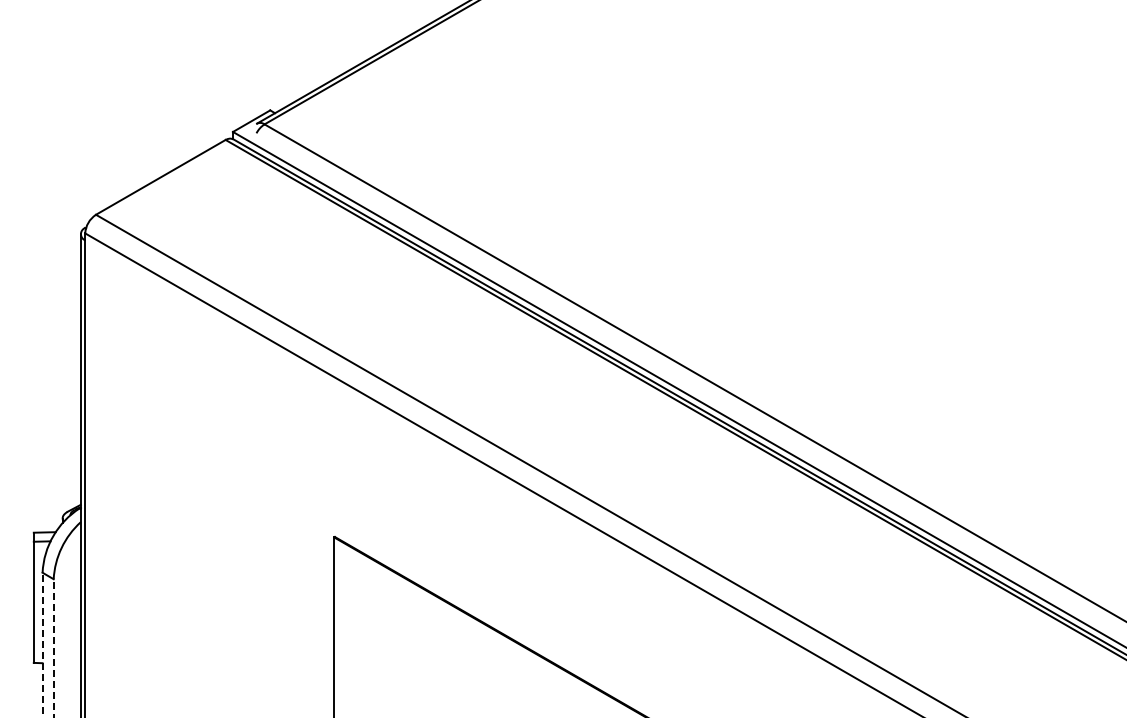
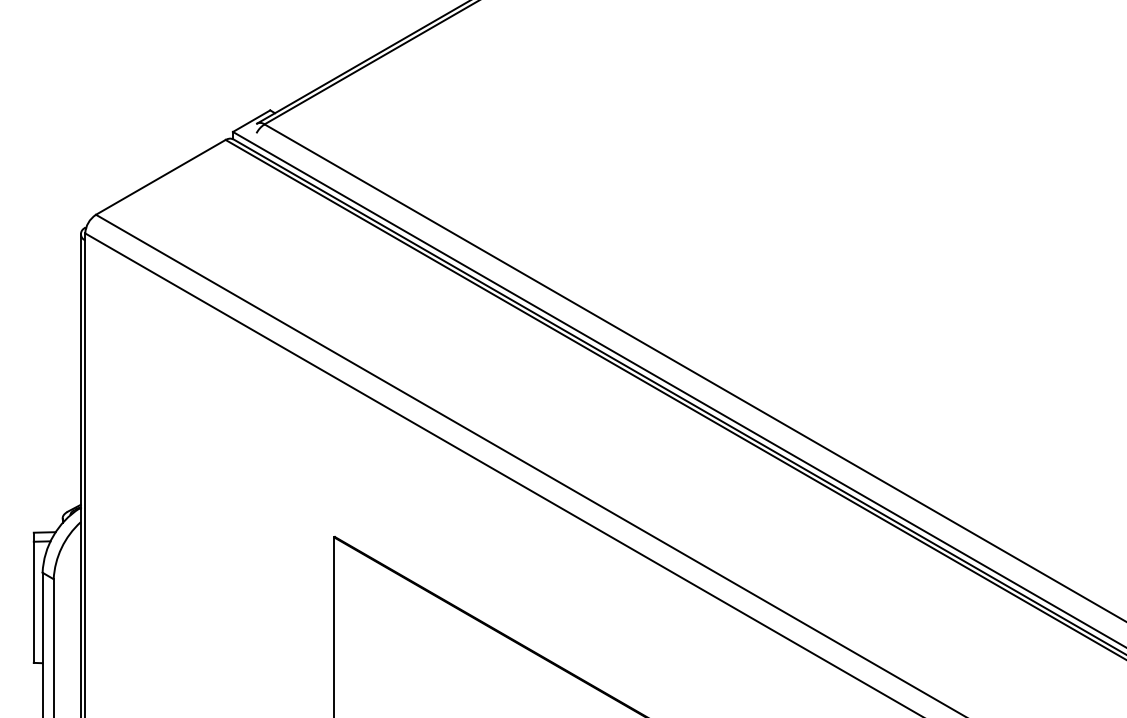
line at (42, 644): dashed -> solid
line at (53, 648): dashed -> solid
